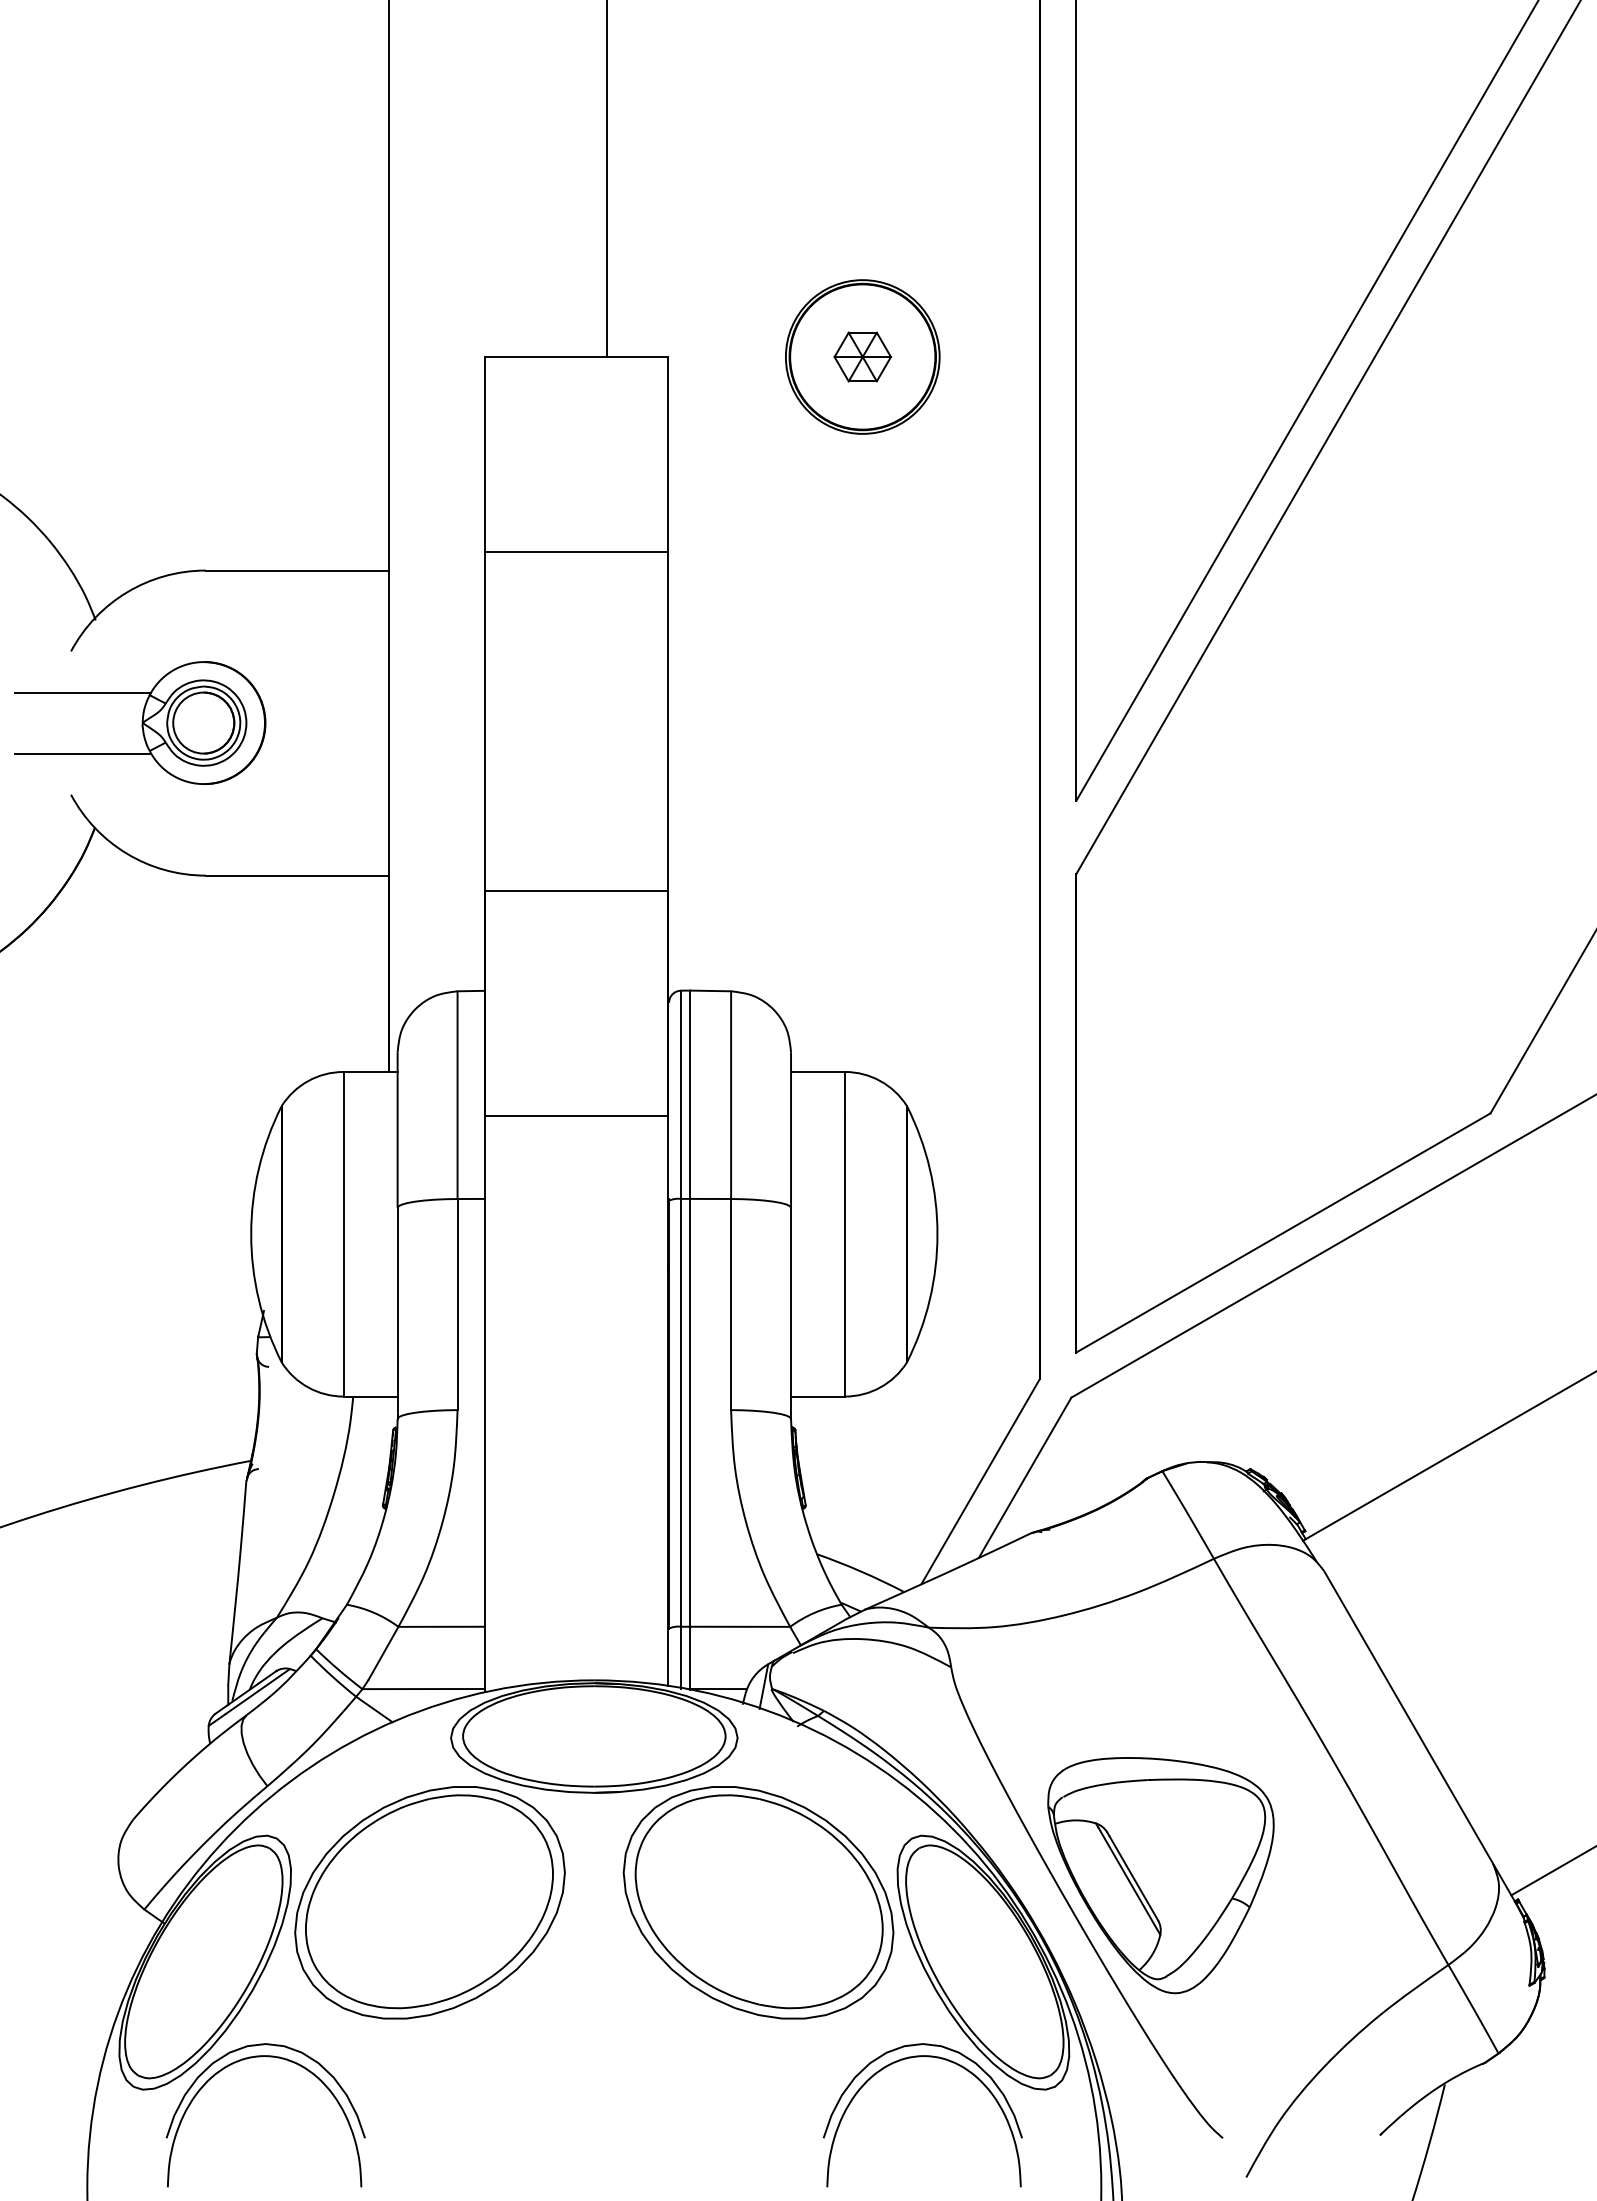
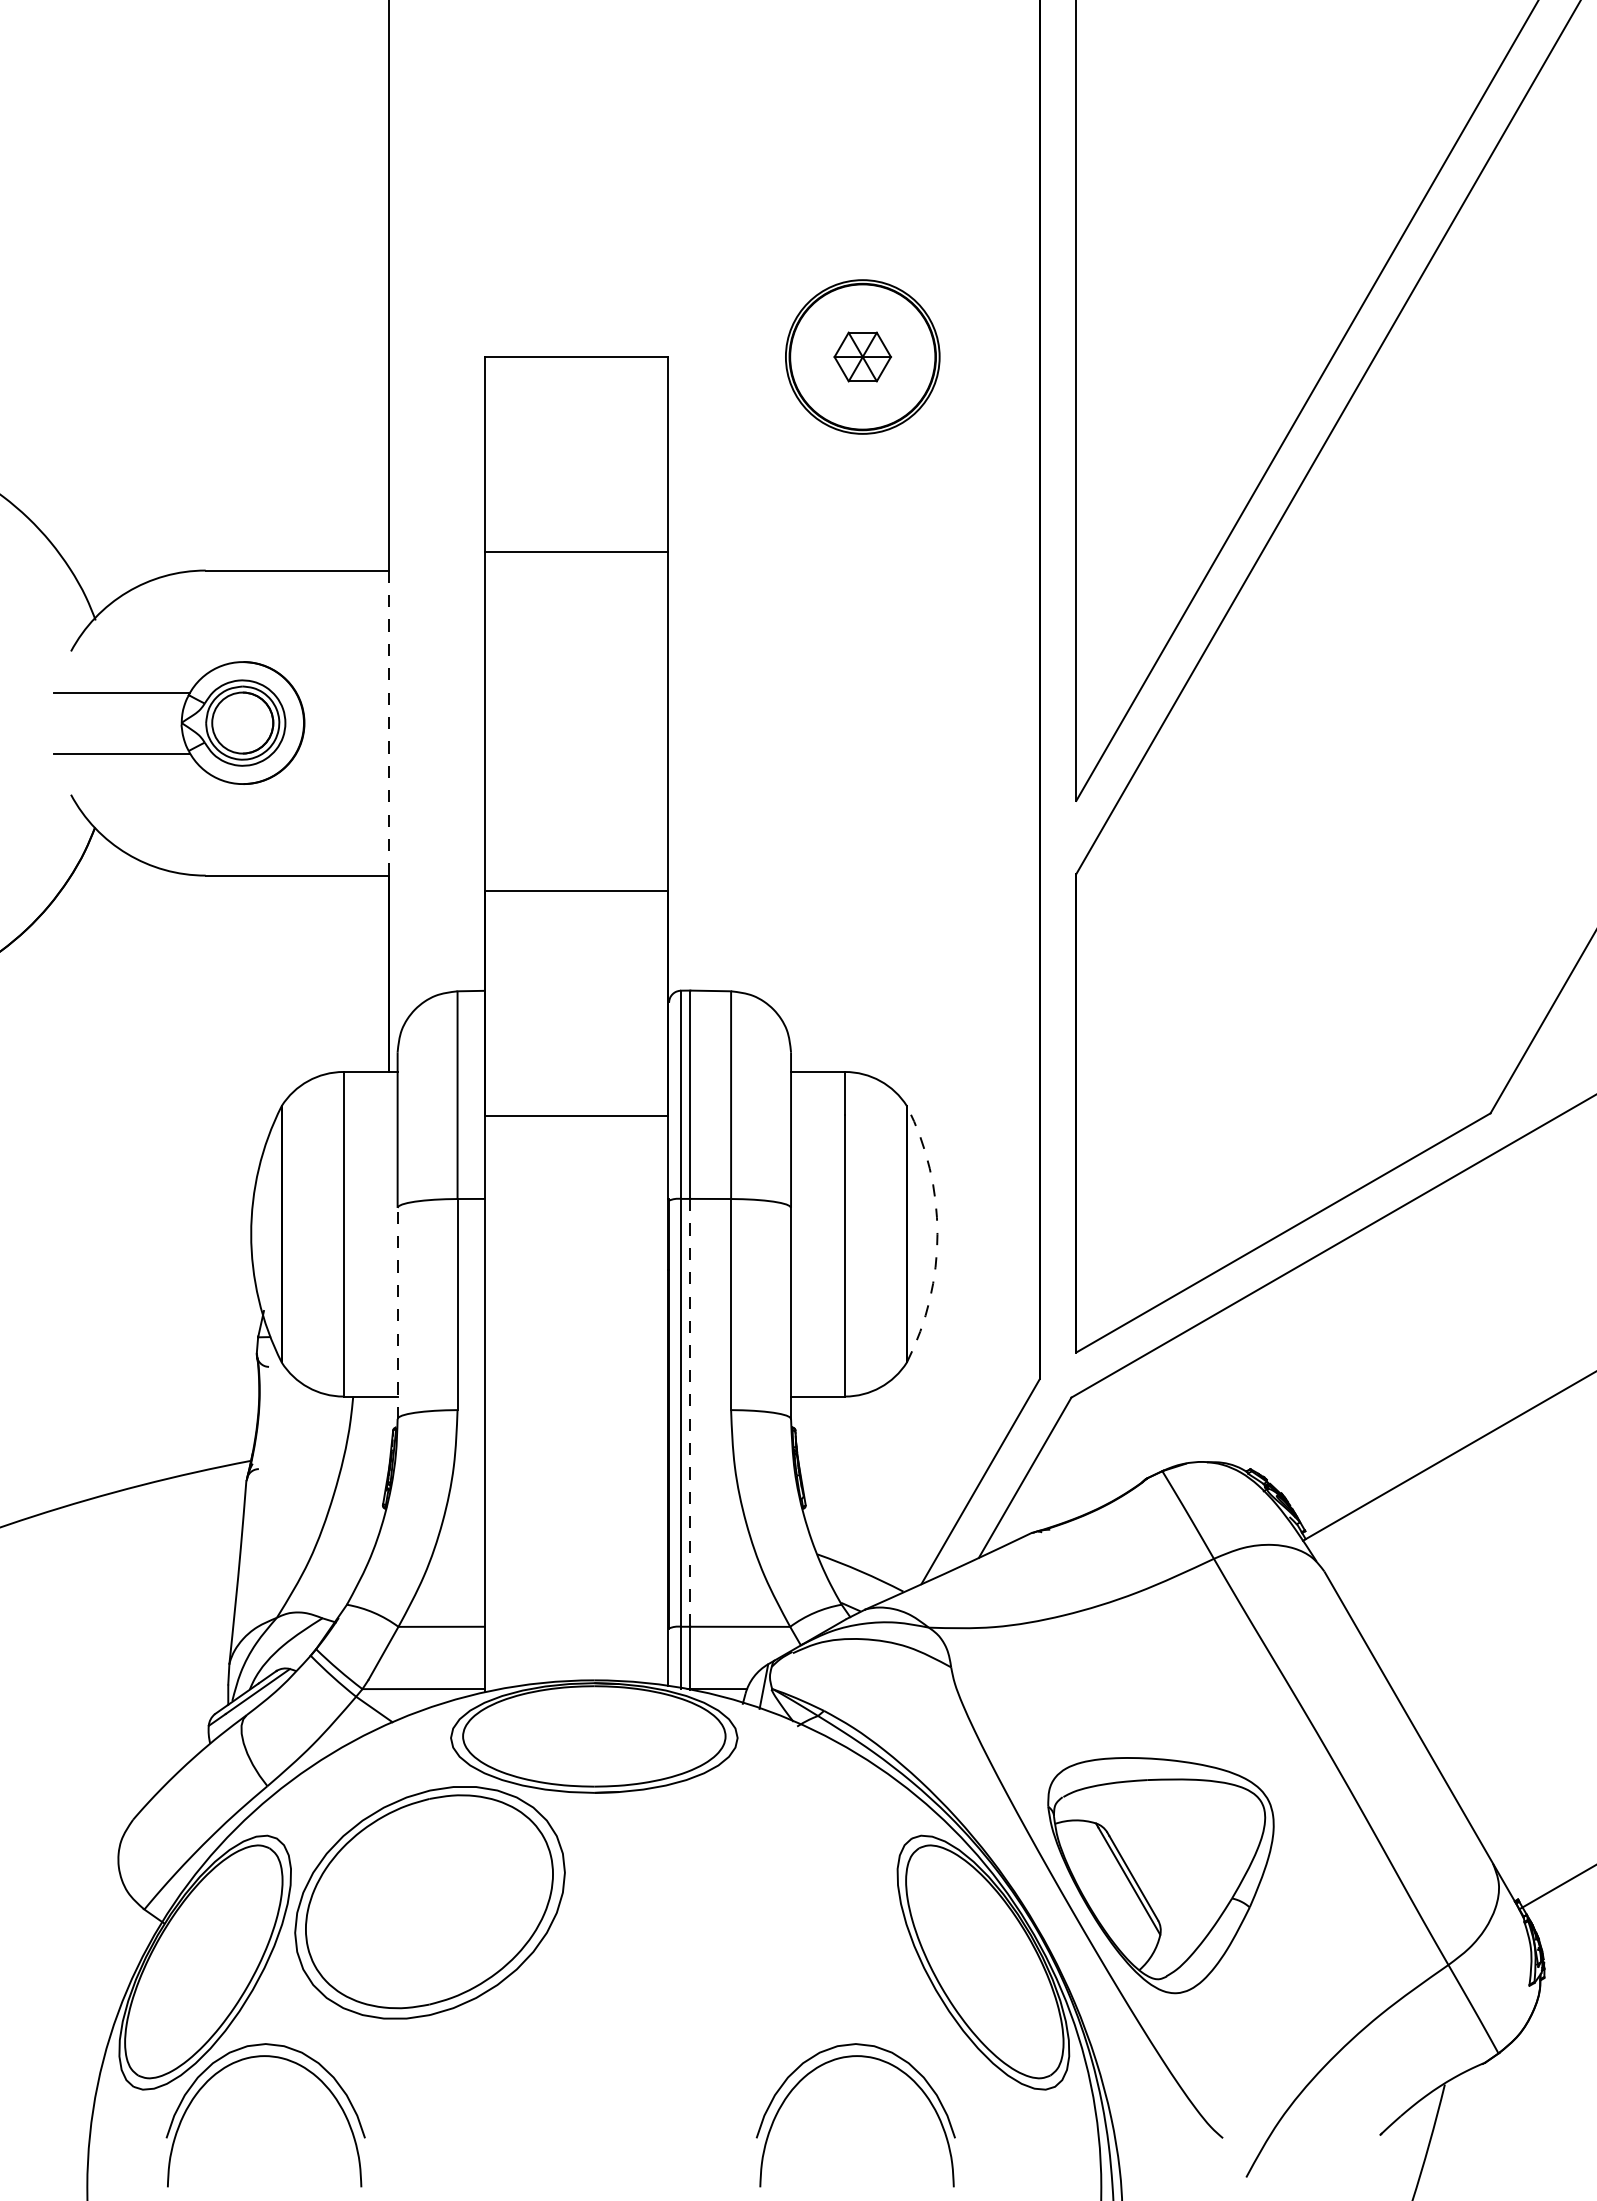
line at (606, 179): present -> none
part at (140, 722) position: (140, 722) -> (179, 722)
line at (388, 723): solid -> dashed
arc at (937, 1234): solid -> dashed
line at (397, 1313): solid -> dashed
line at (690, 1412): solid -> dashed
line at (1552, 1871) position: (1552, 1871) -> (1556, 1887)
part at (758, 1902): present -> none
part at (920, 2057) position: (920, 2057) -> (853, 2057)
